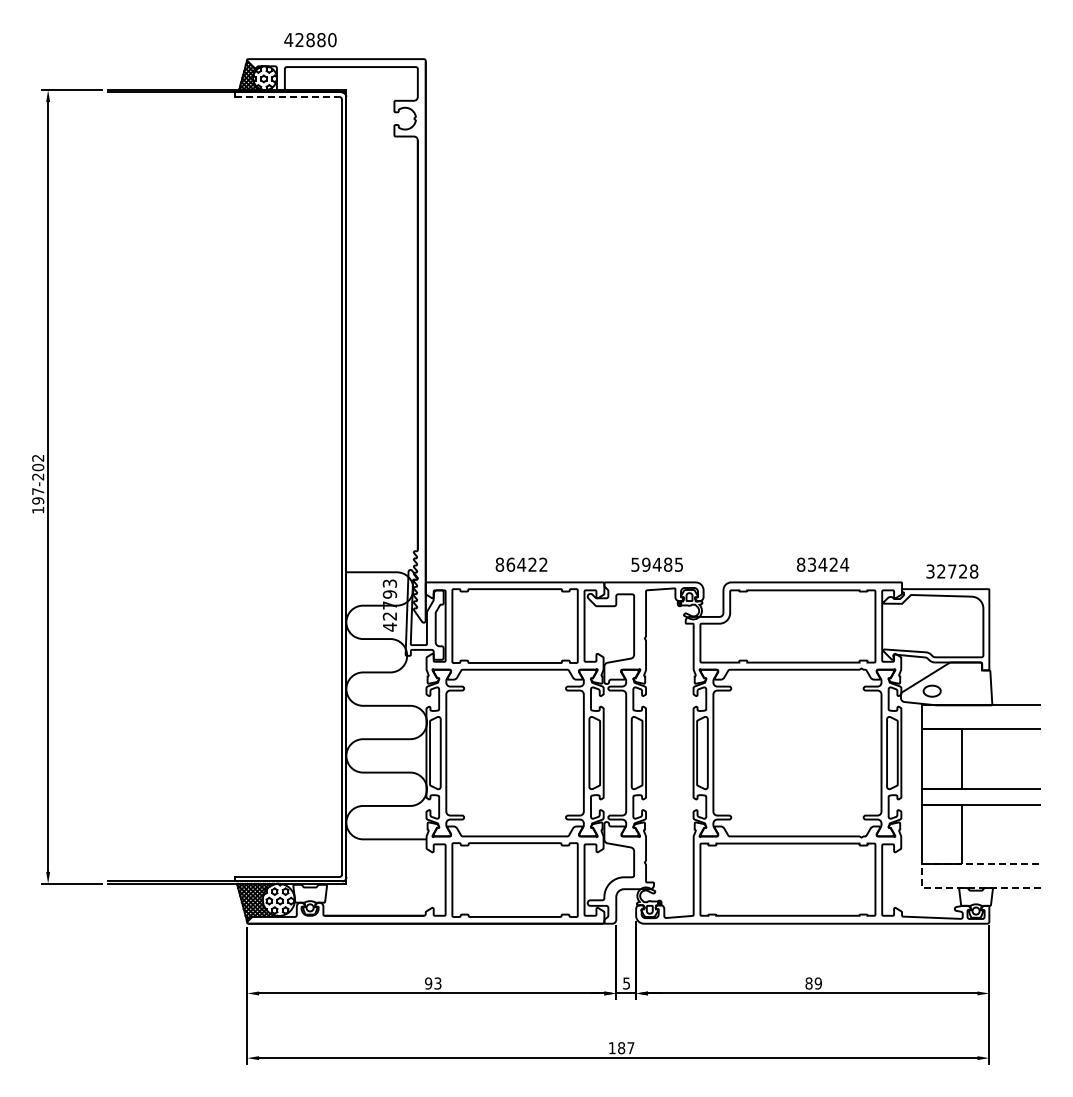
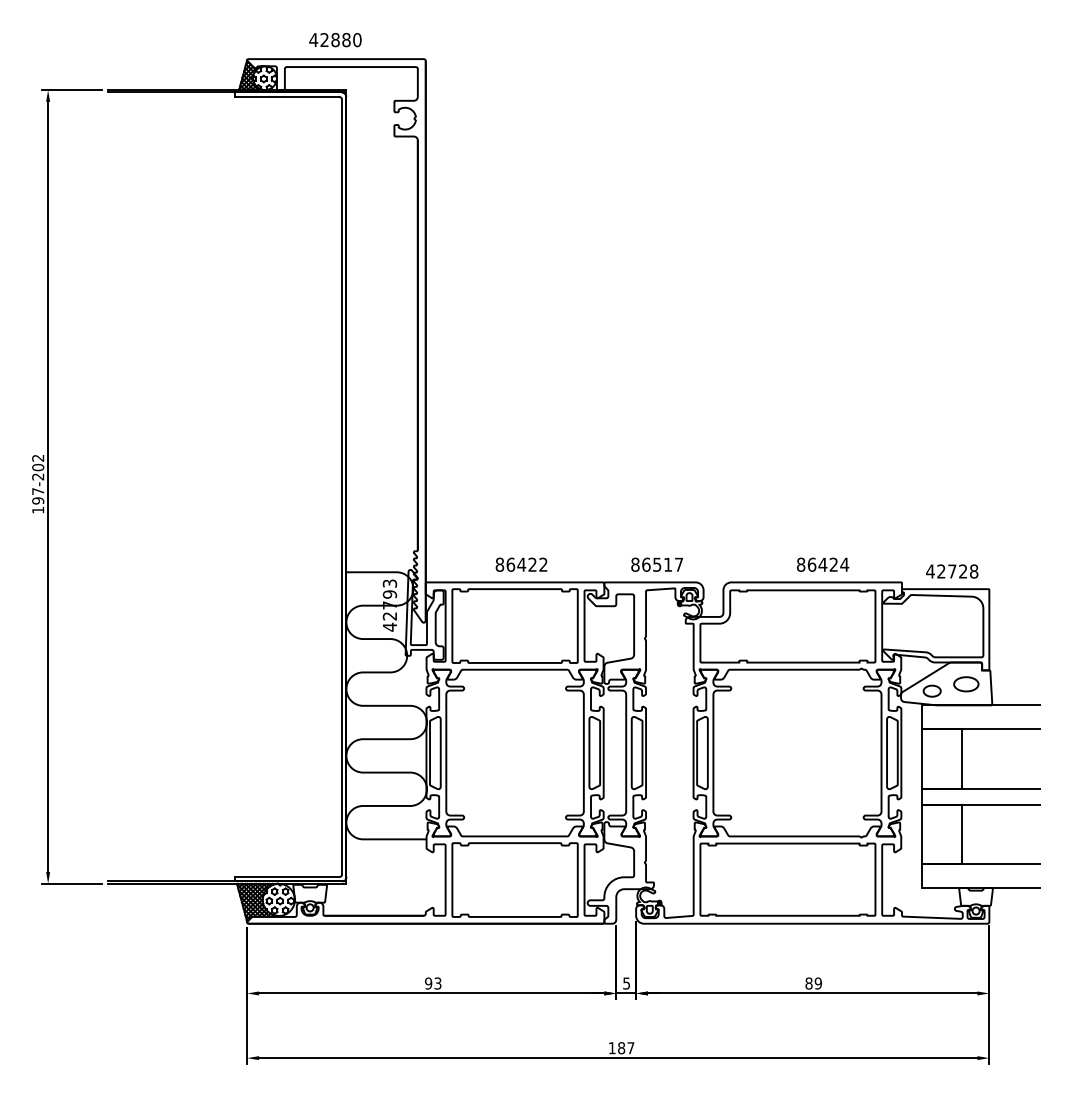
text at (310, 40) position: (310, 40) -> (335, 40)
line at (287, 96): dashed -> solid
text at (656, 564): 59485 -> 86517
text at (811, 564): 83424 -> 86424
text at (930, 571): 32728 -> 42728
part at (966, 684): none -> present
line at (921, 876): dashed -> solid
